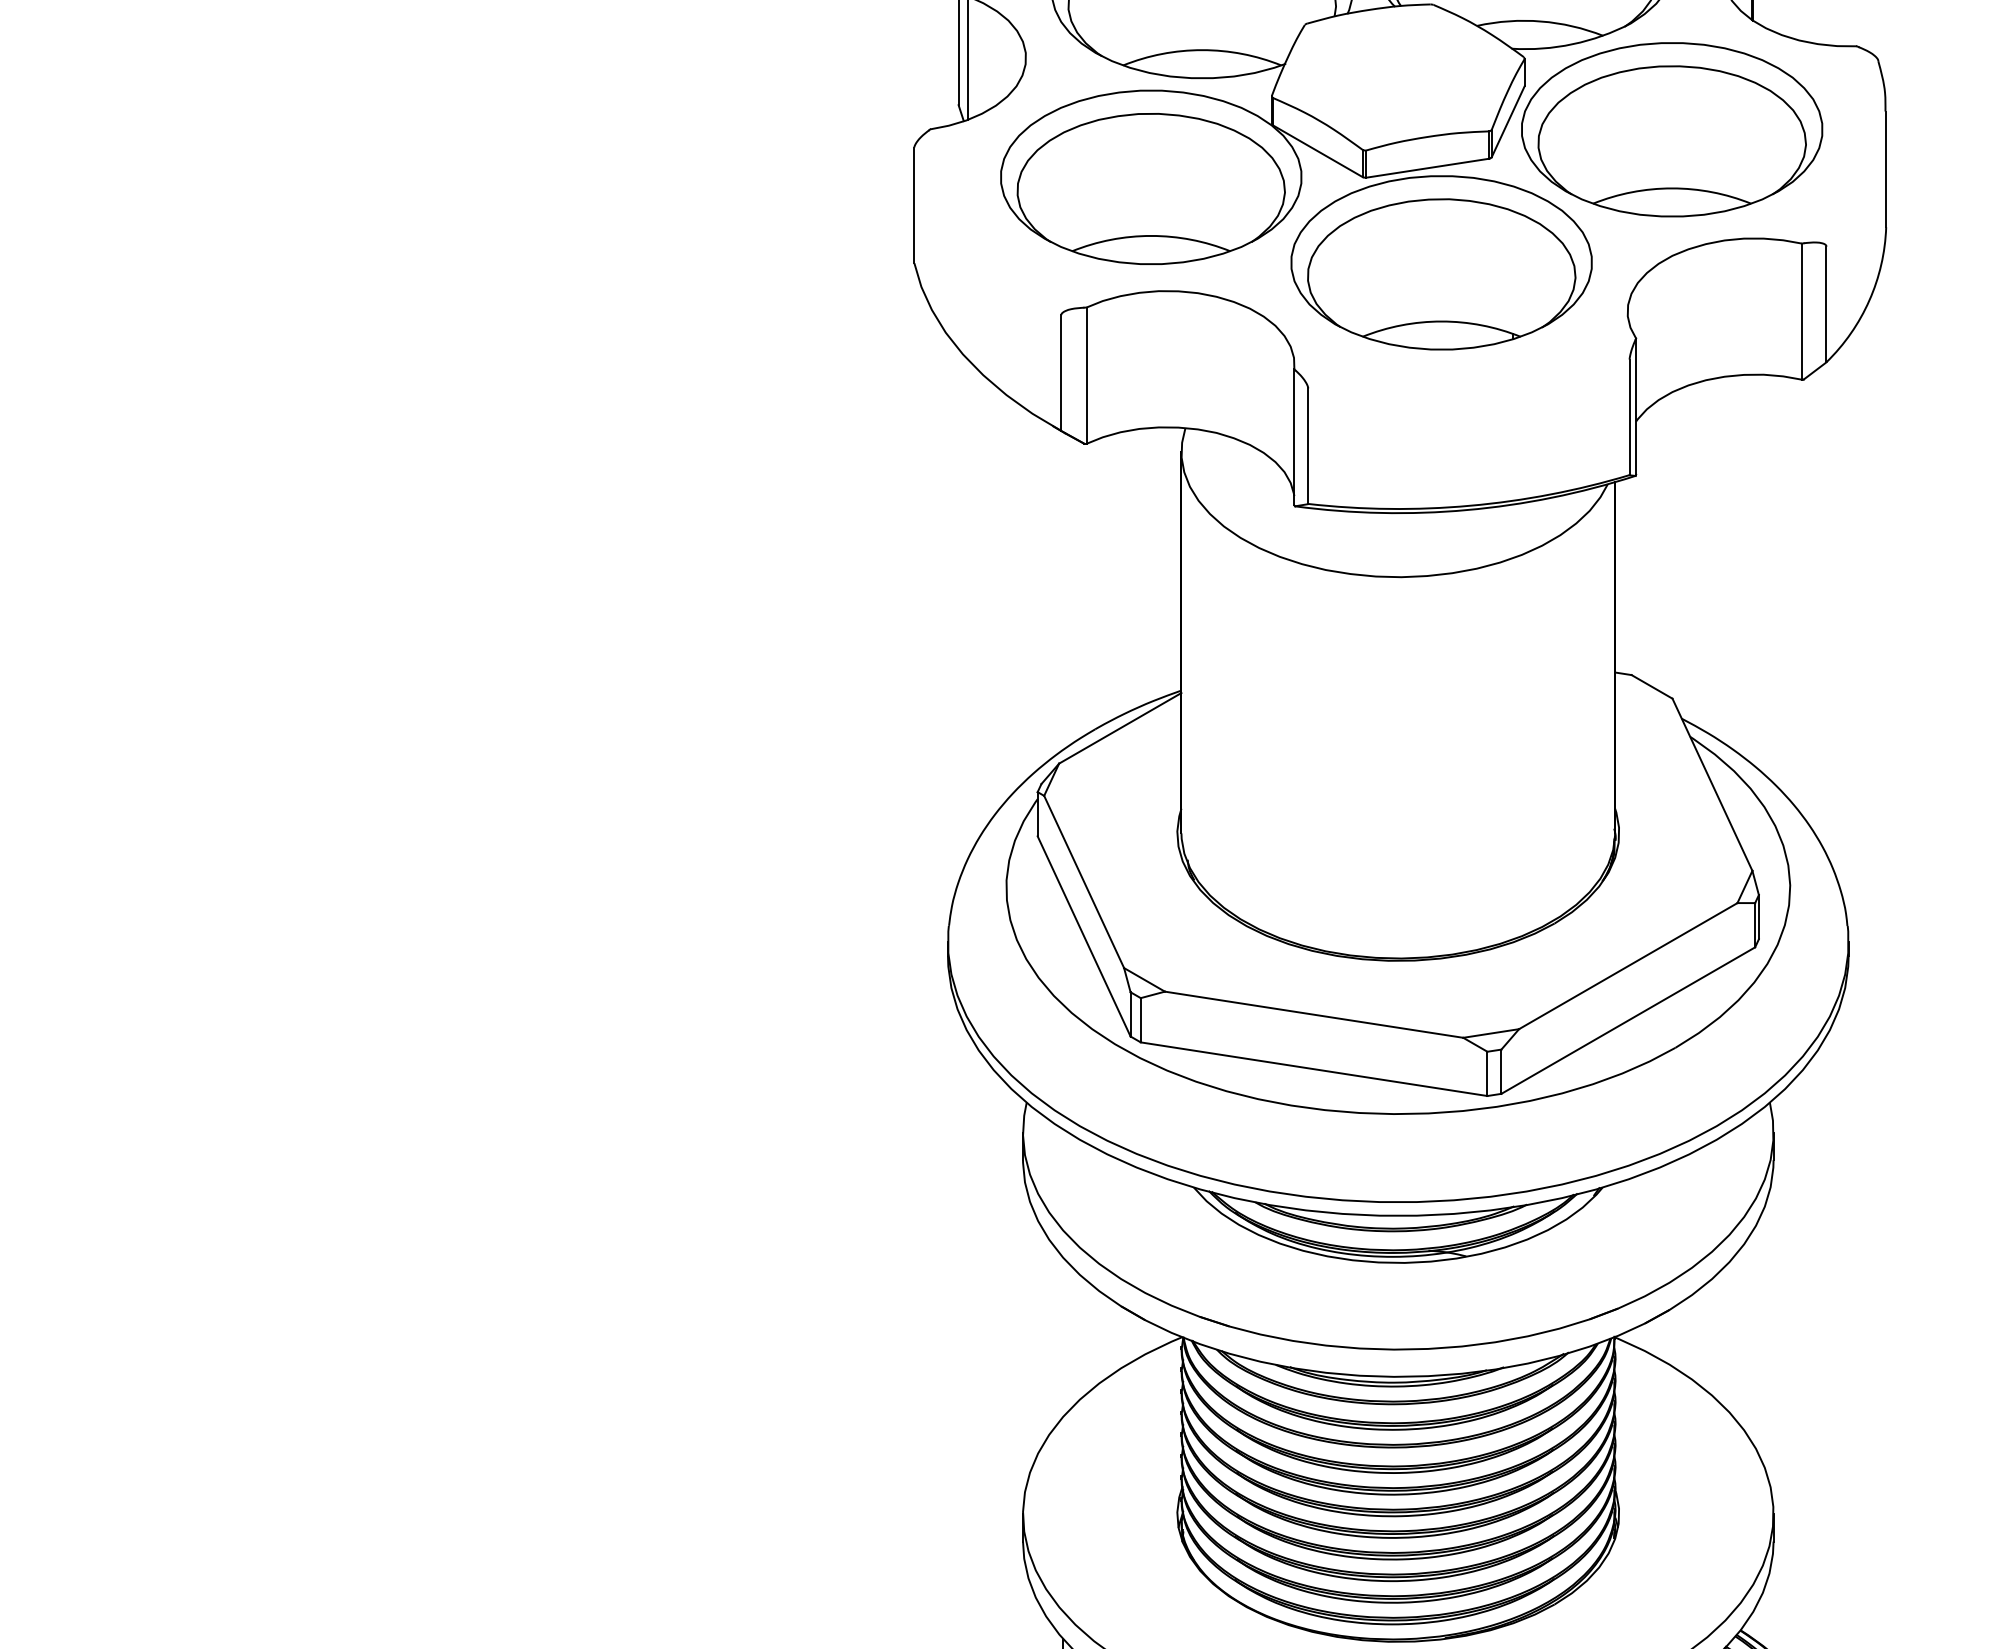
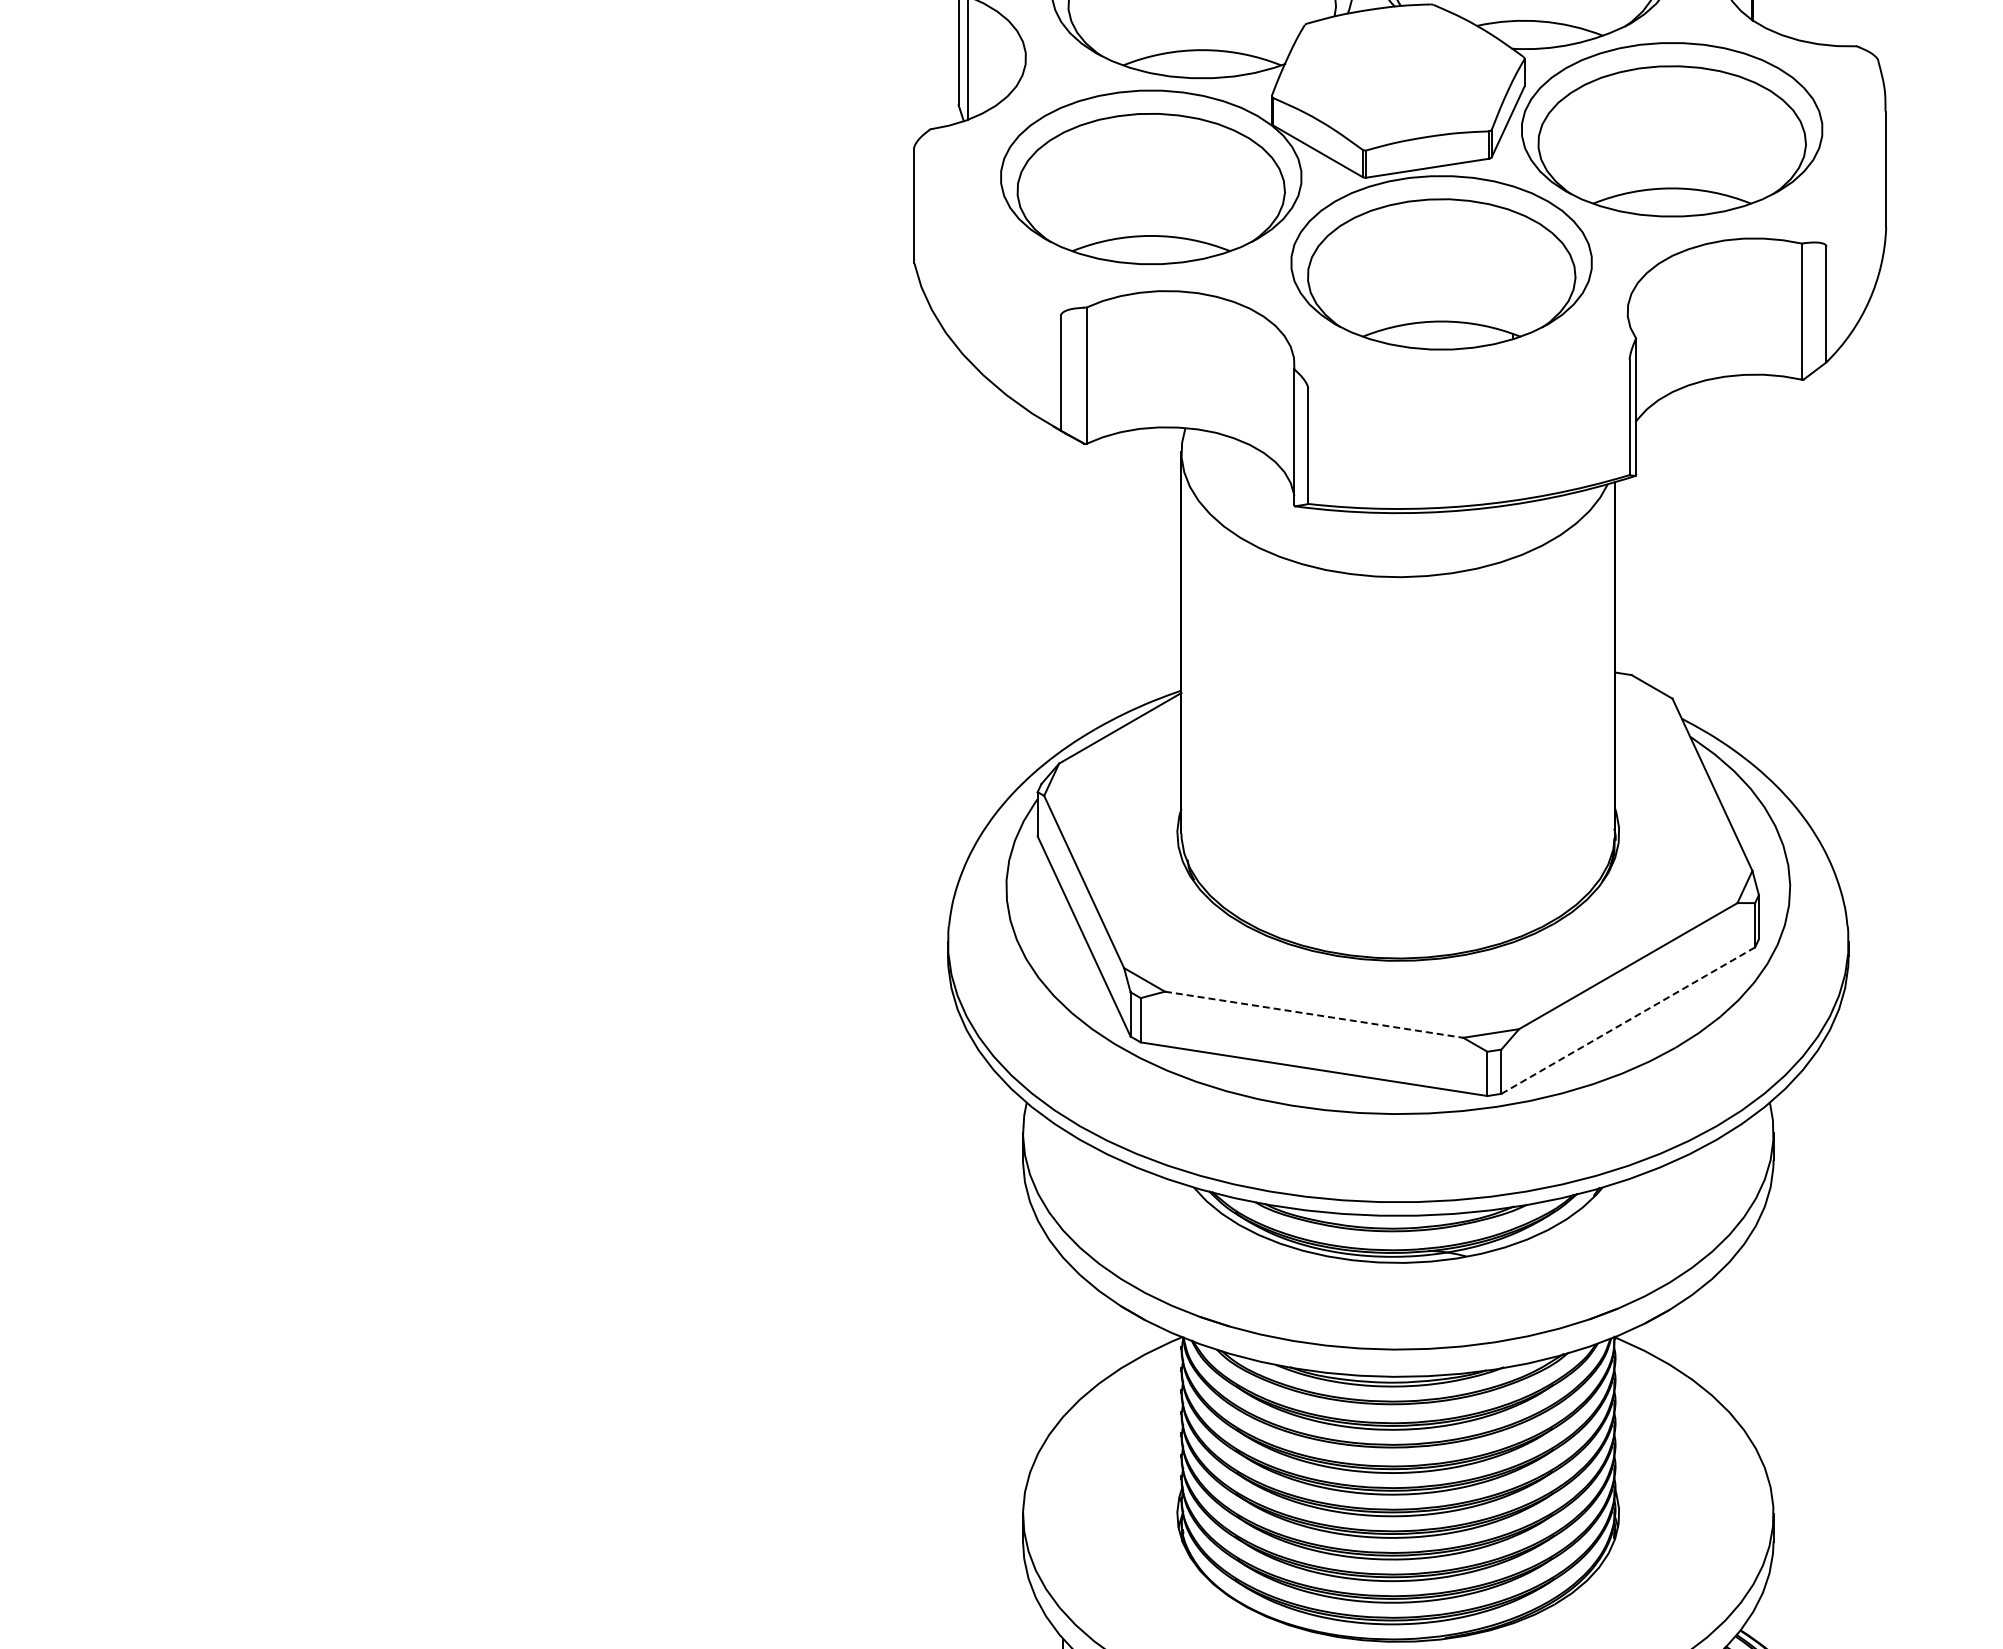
line at (1314, 1014): solid -> dashed
line at (1628, 1020): solid -> dashed
